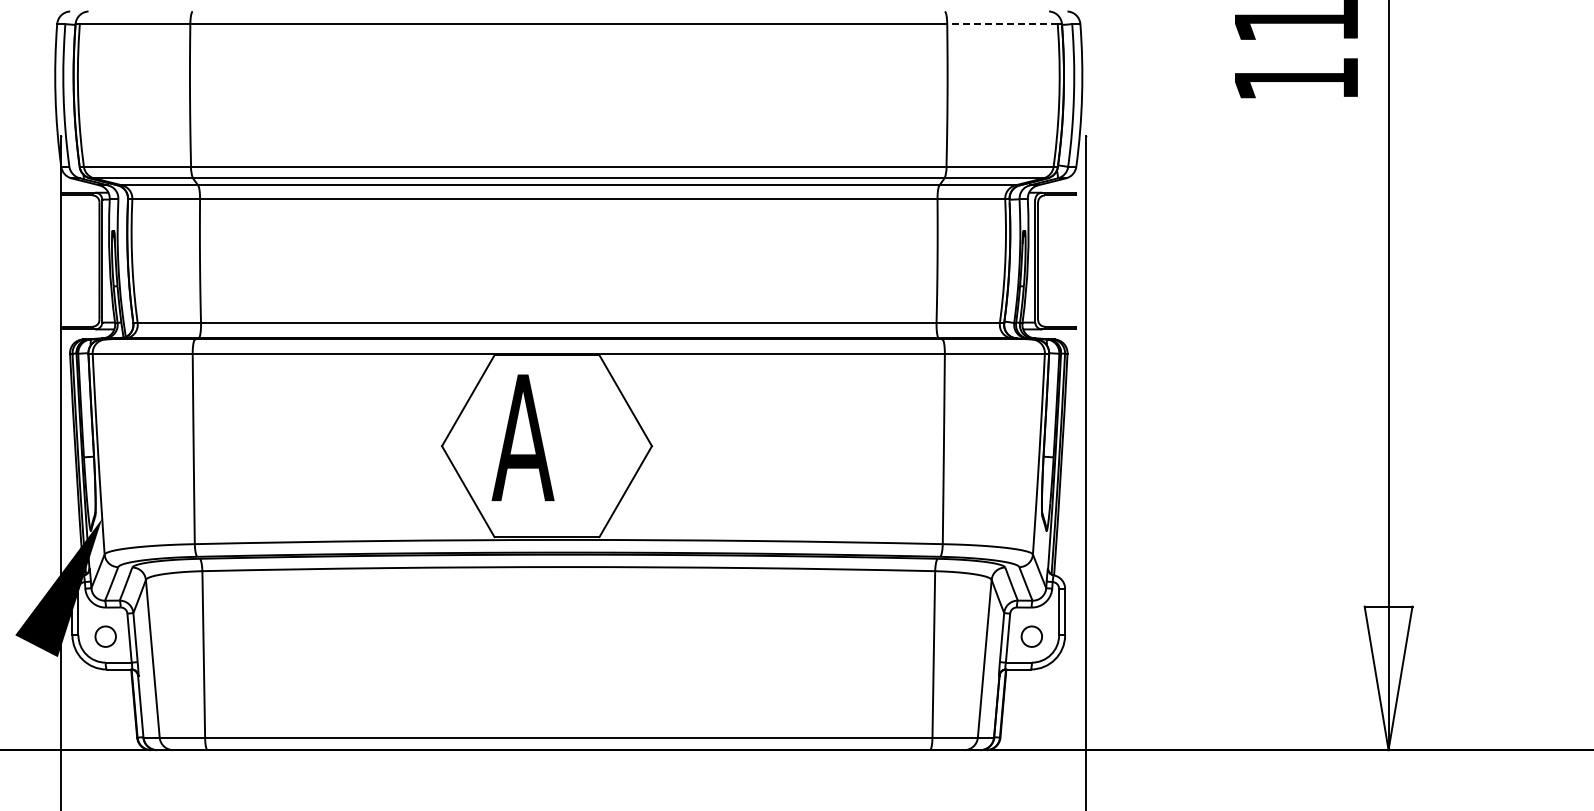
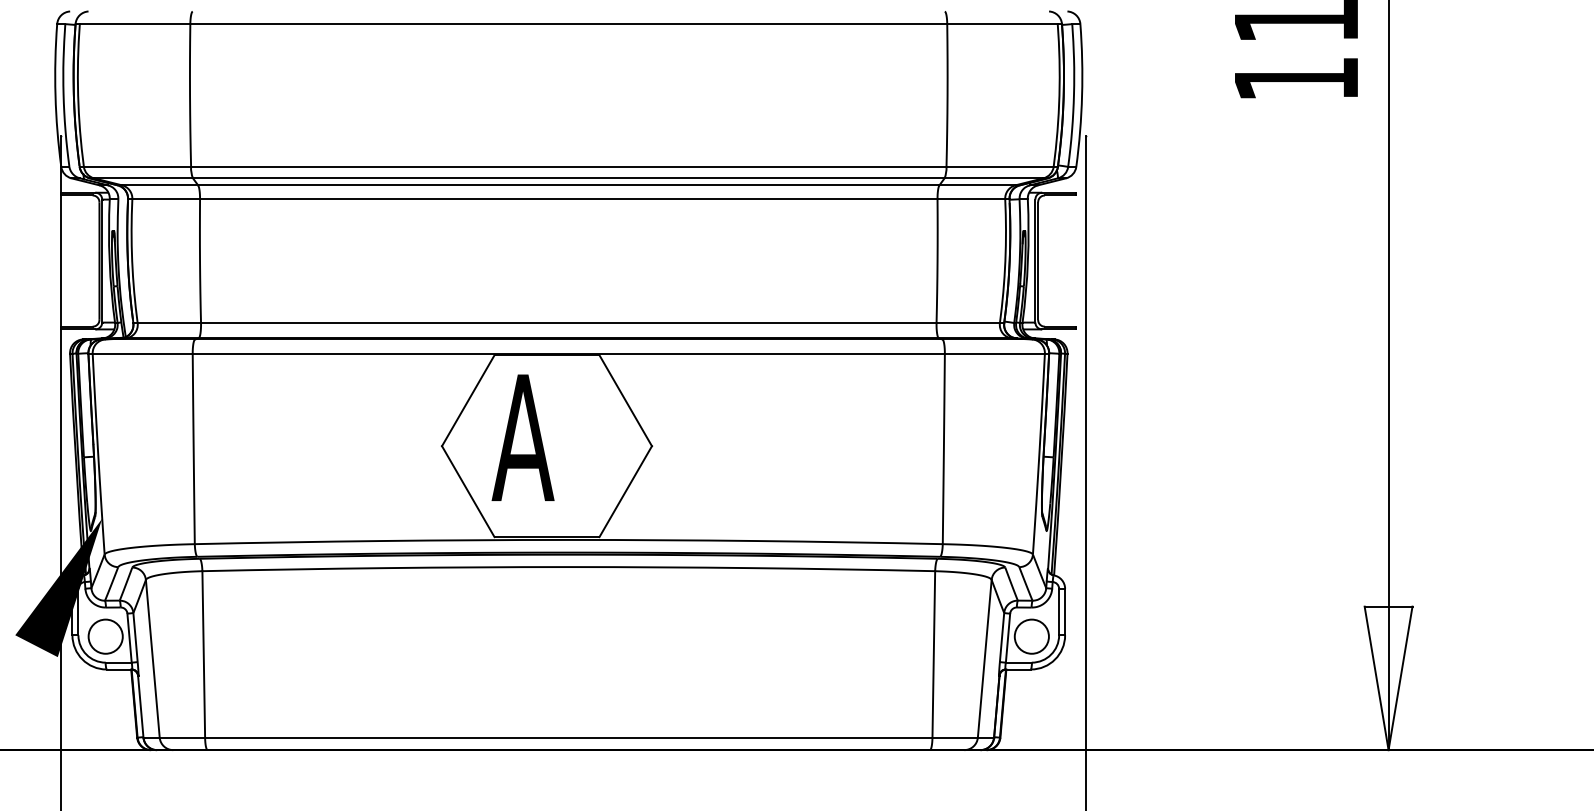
line at (1002, 24): dashed -> solid
circle at (105, 636) diameter: 21 px -> 34 px
circle at (1031, 636) diameter: 21 px -> 34 px
